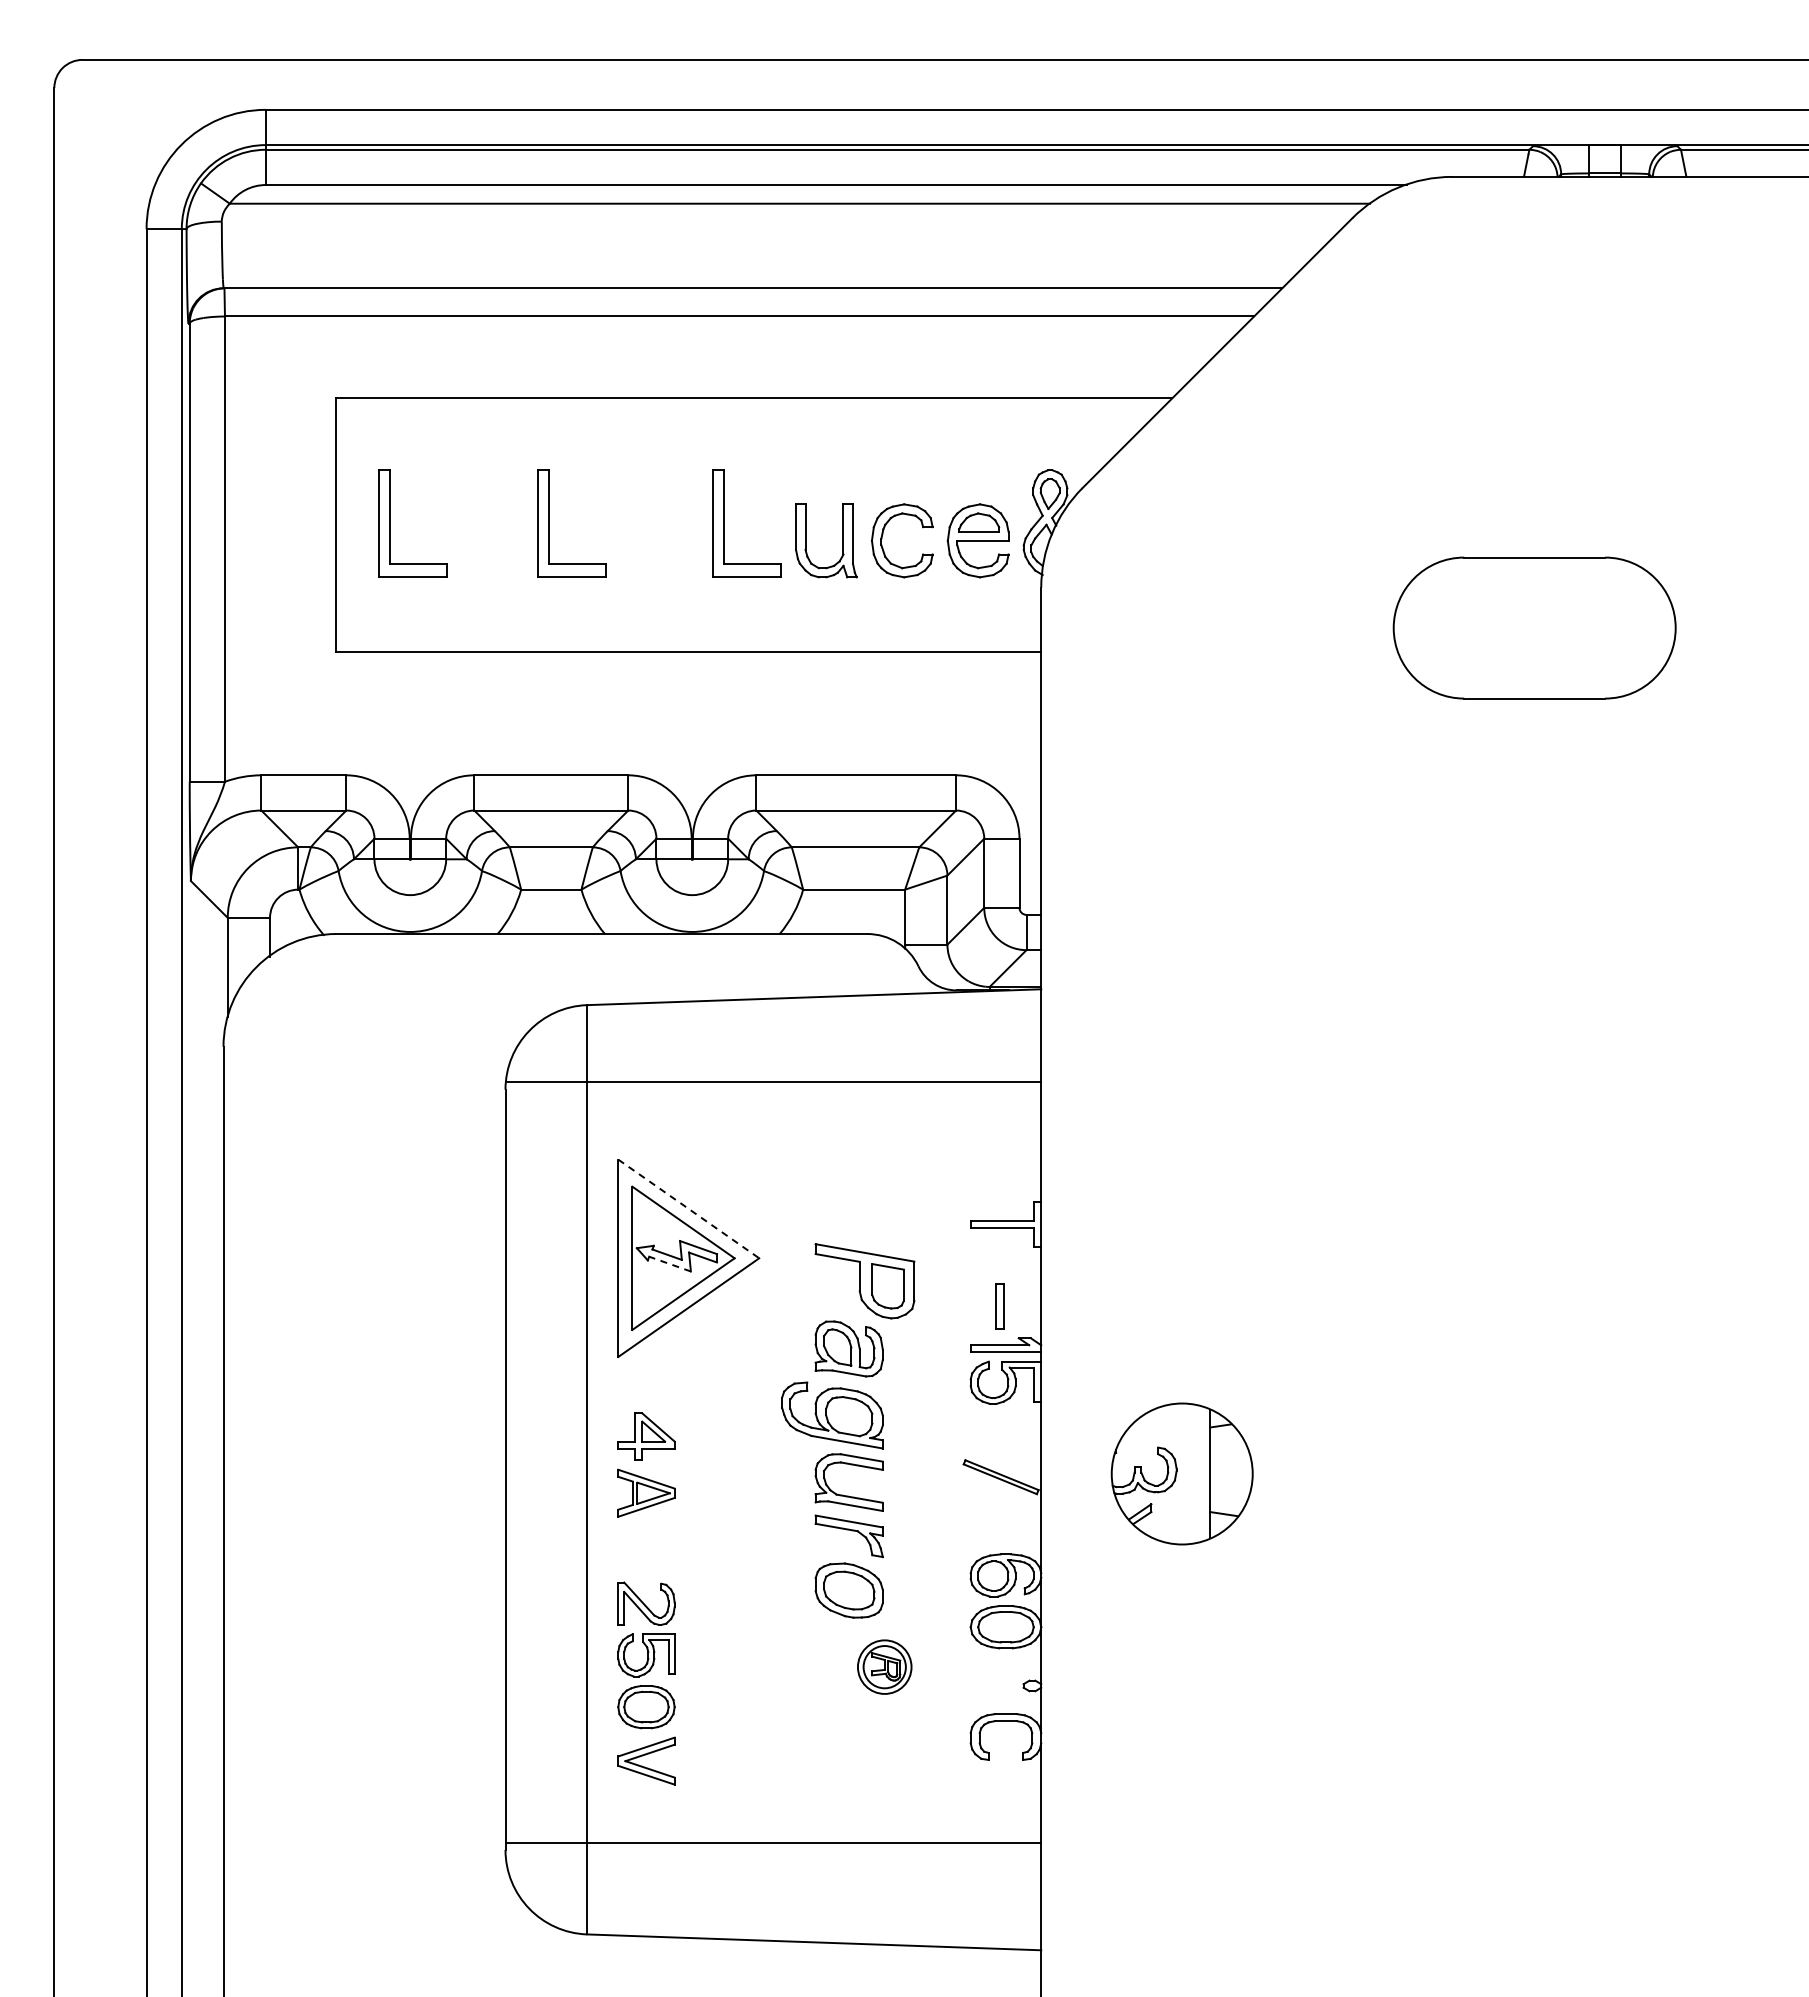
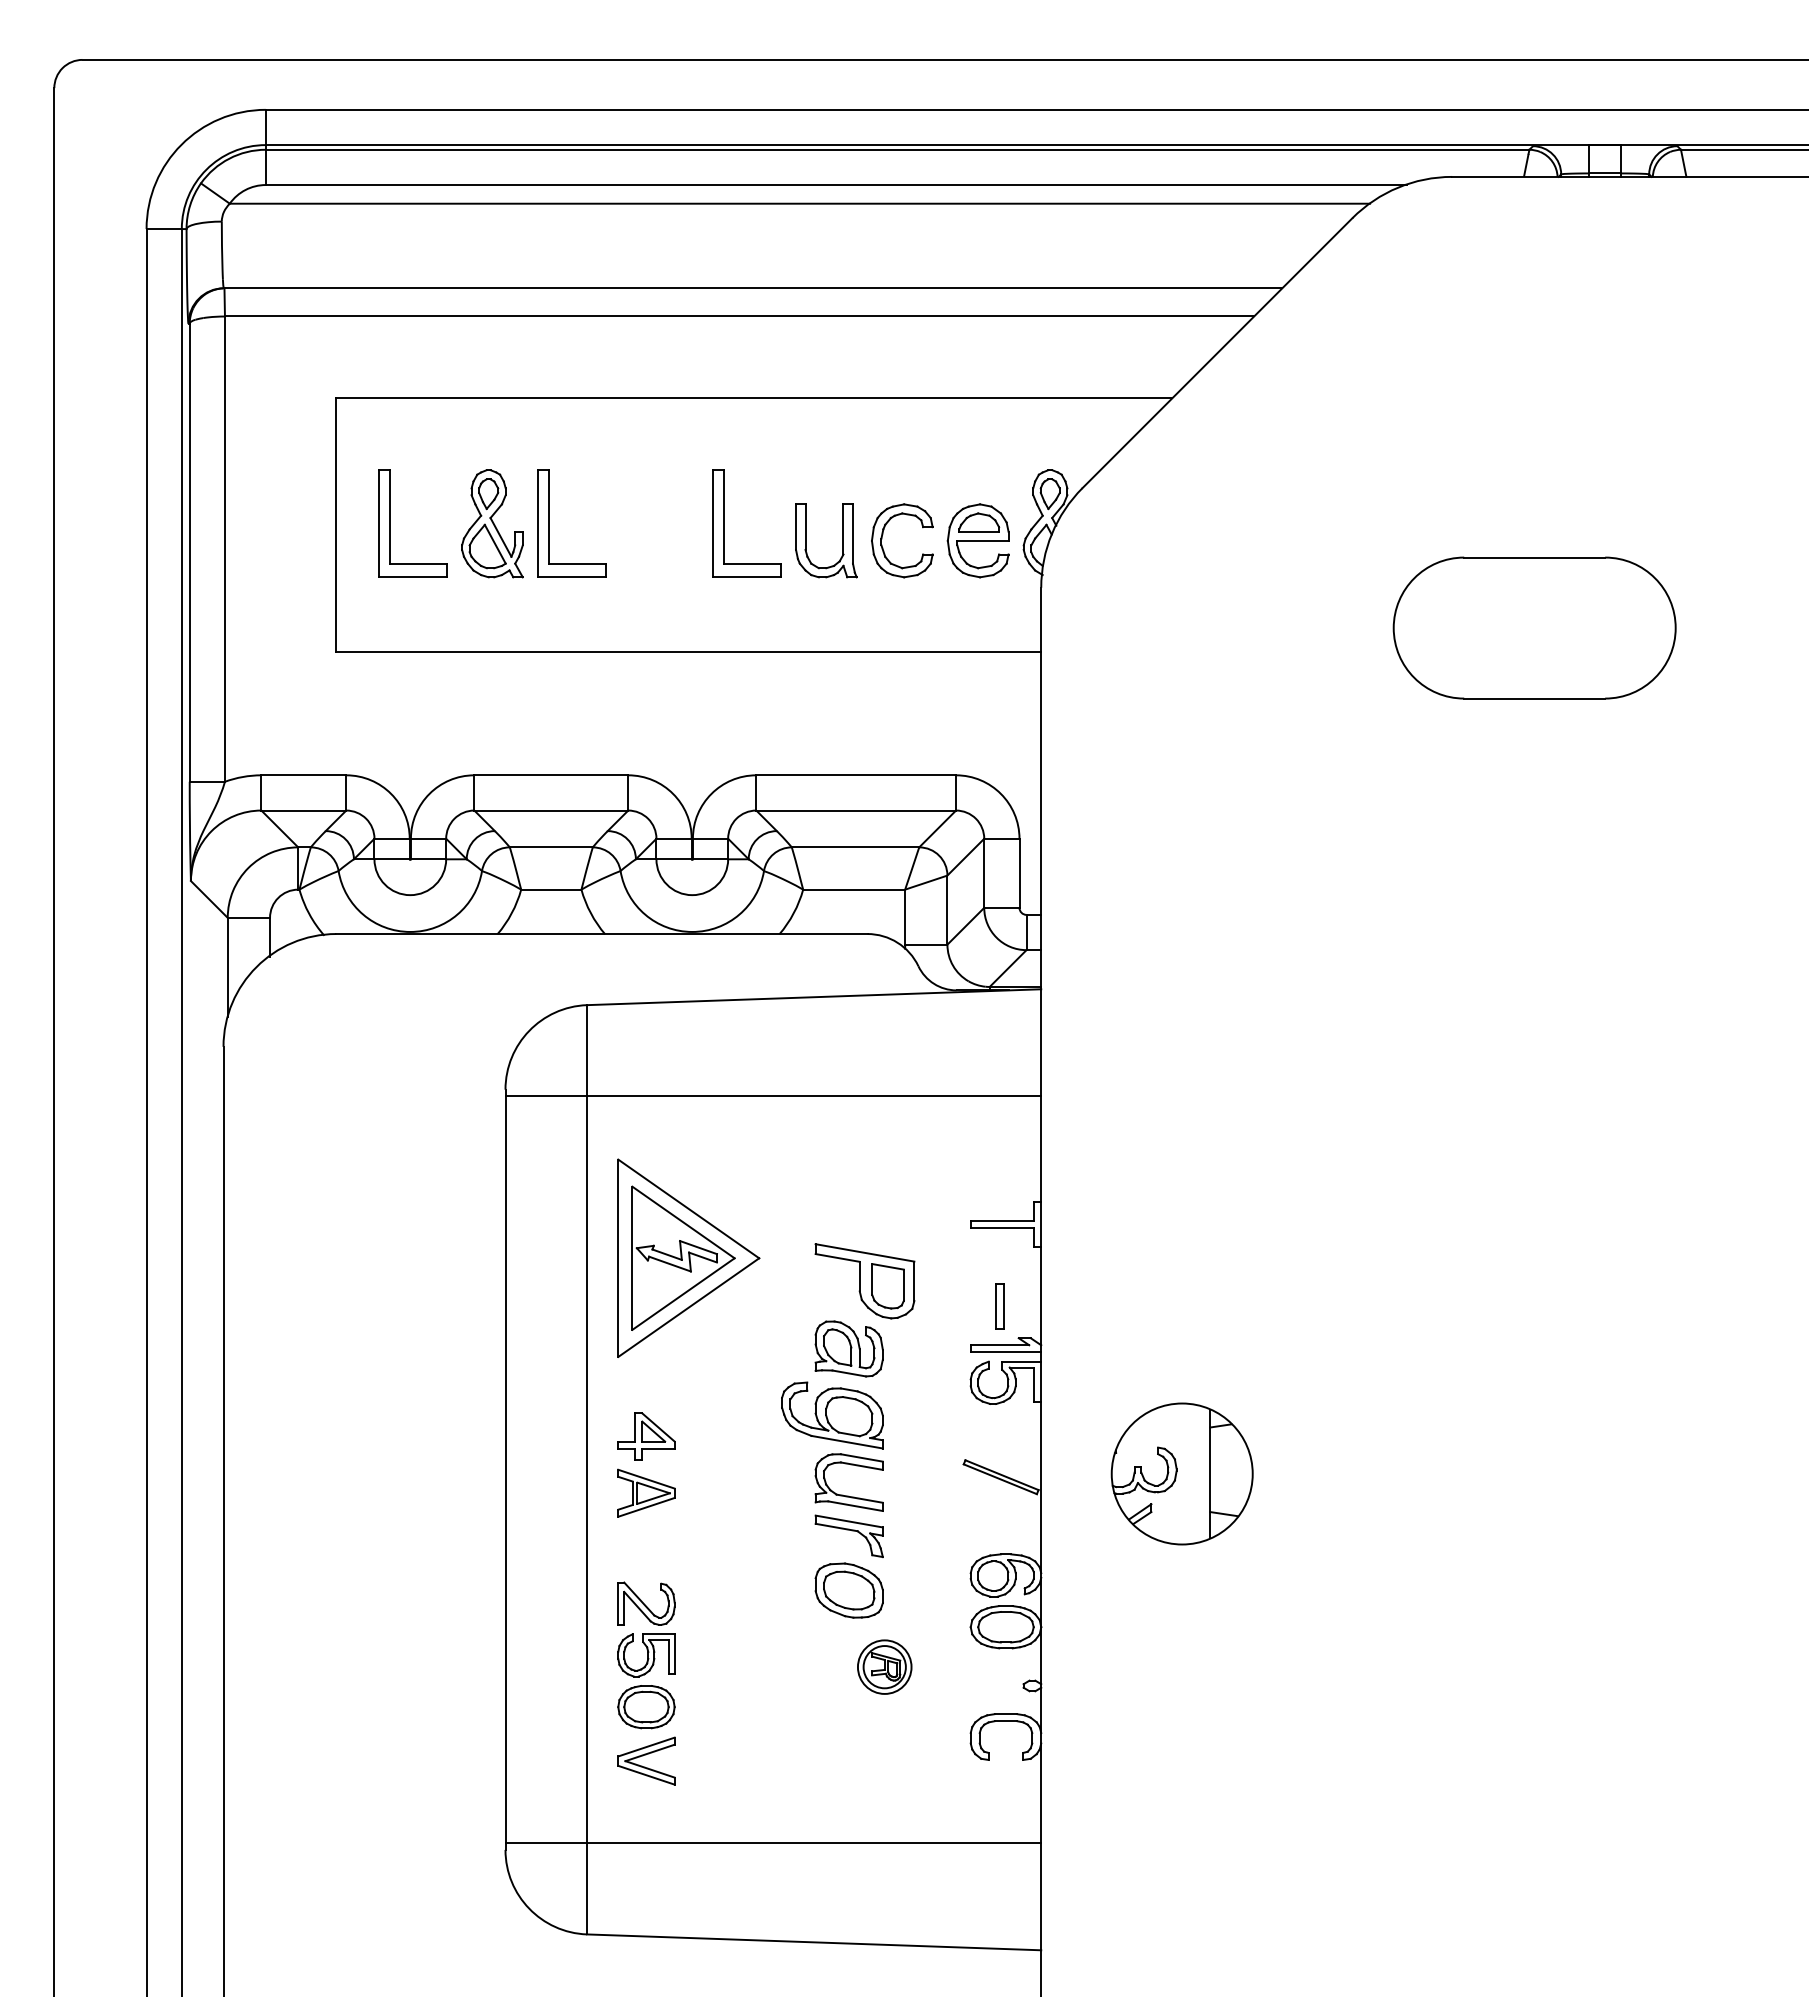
part at (492, 523): none -> present
line at (773, 1082) position: (773, 1082) -> (773, 1096)
line at (689, 1209): dashed -> solid
line at (669, 1263): dashed -> solid
